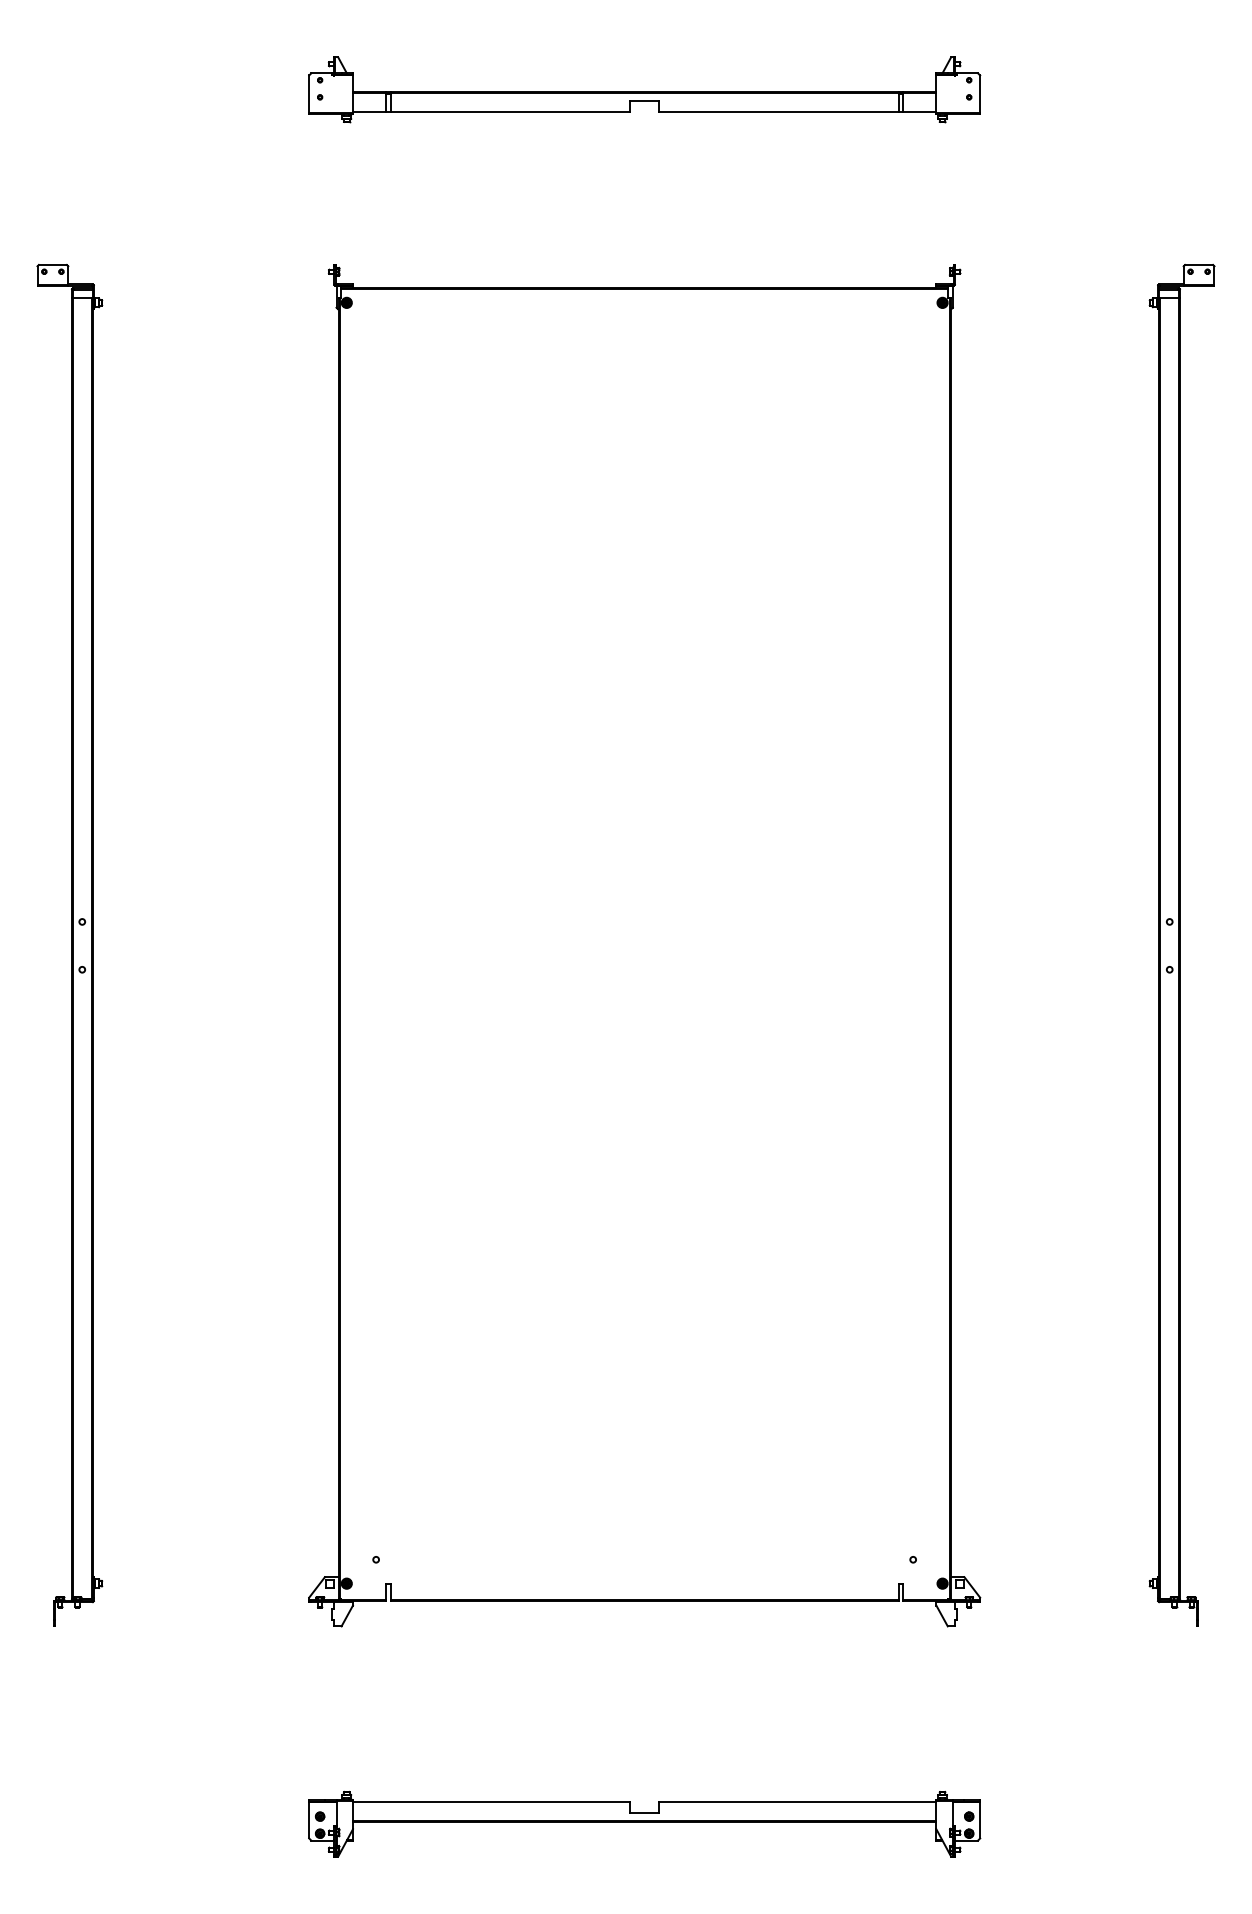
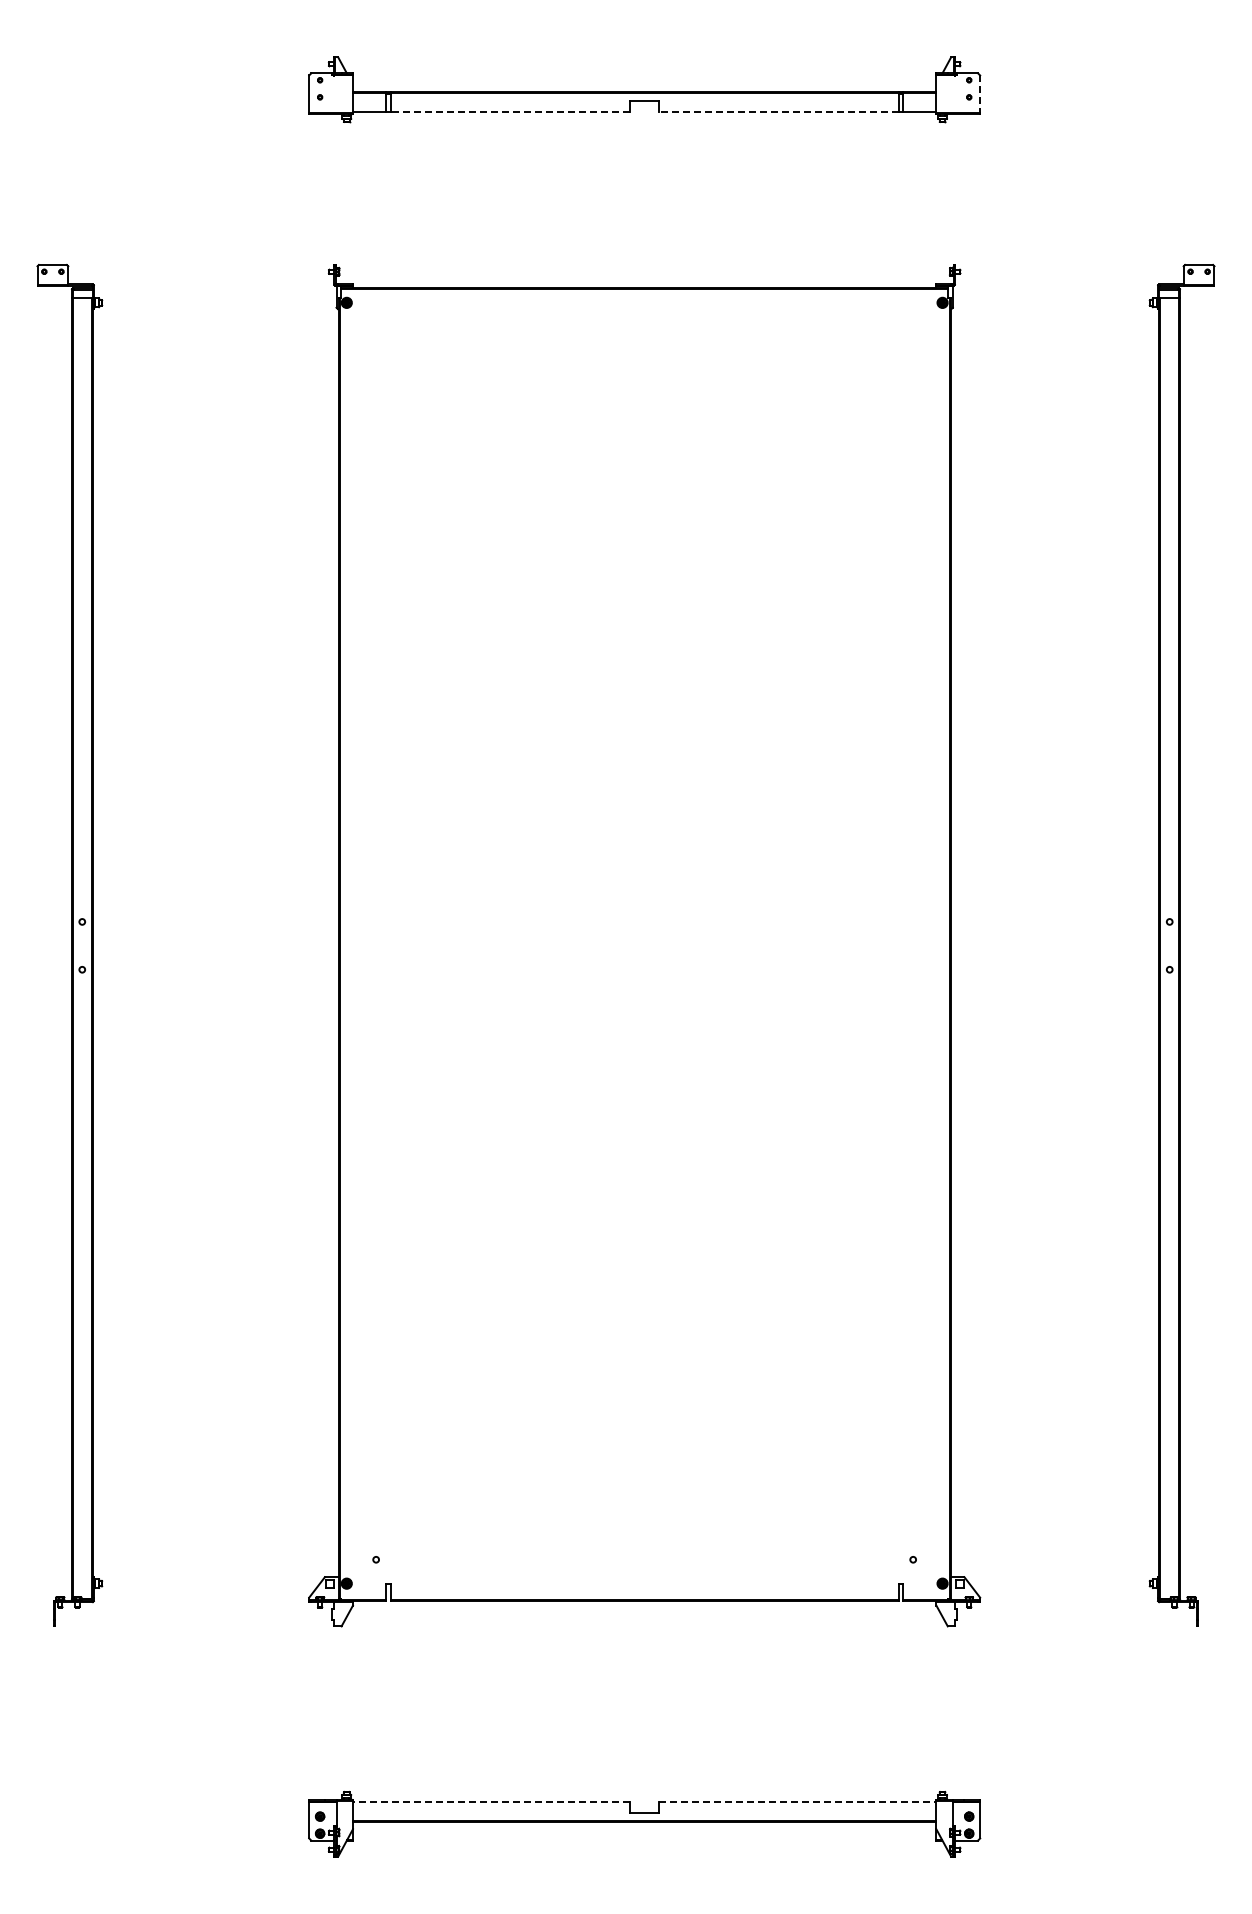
line at (980, 94): solid -> dashed
line at (510, 112): solid -> dashed
line at (778, 112): solid -> dashed
line at (490, 1801): solid -> dashed
line at (798, 1801): solid -> dashed
